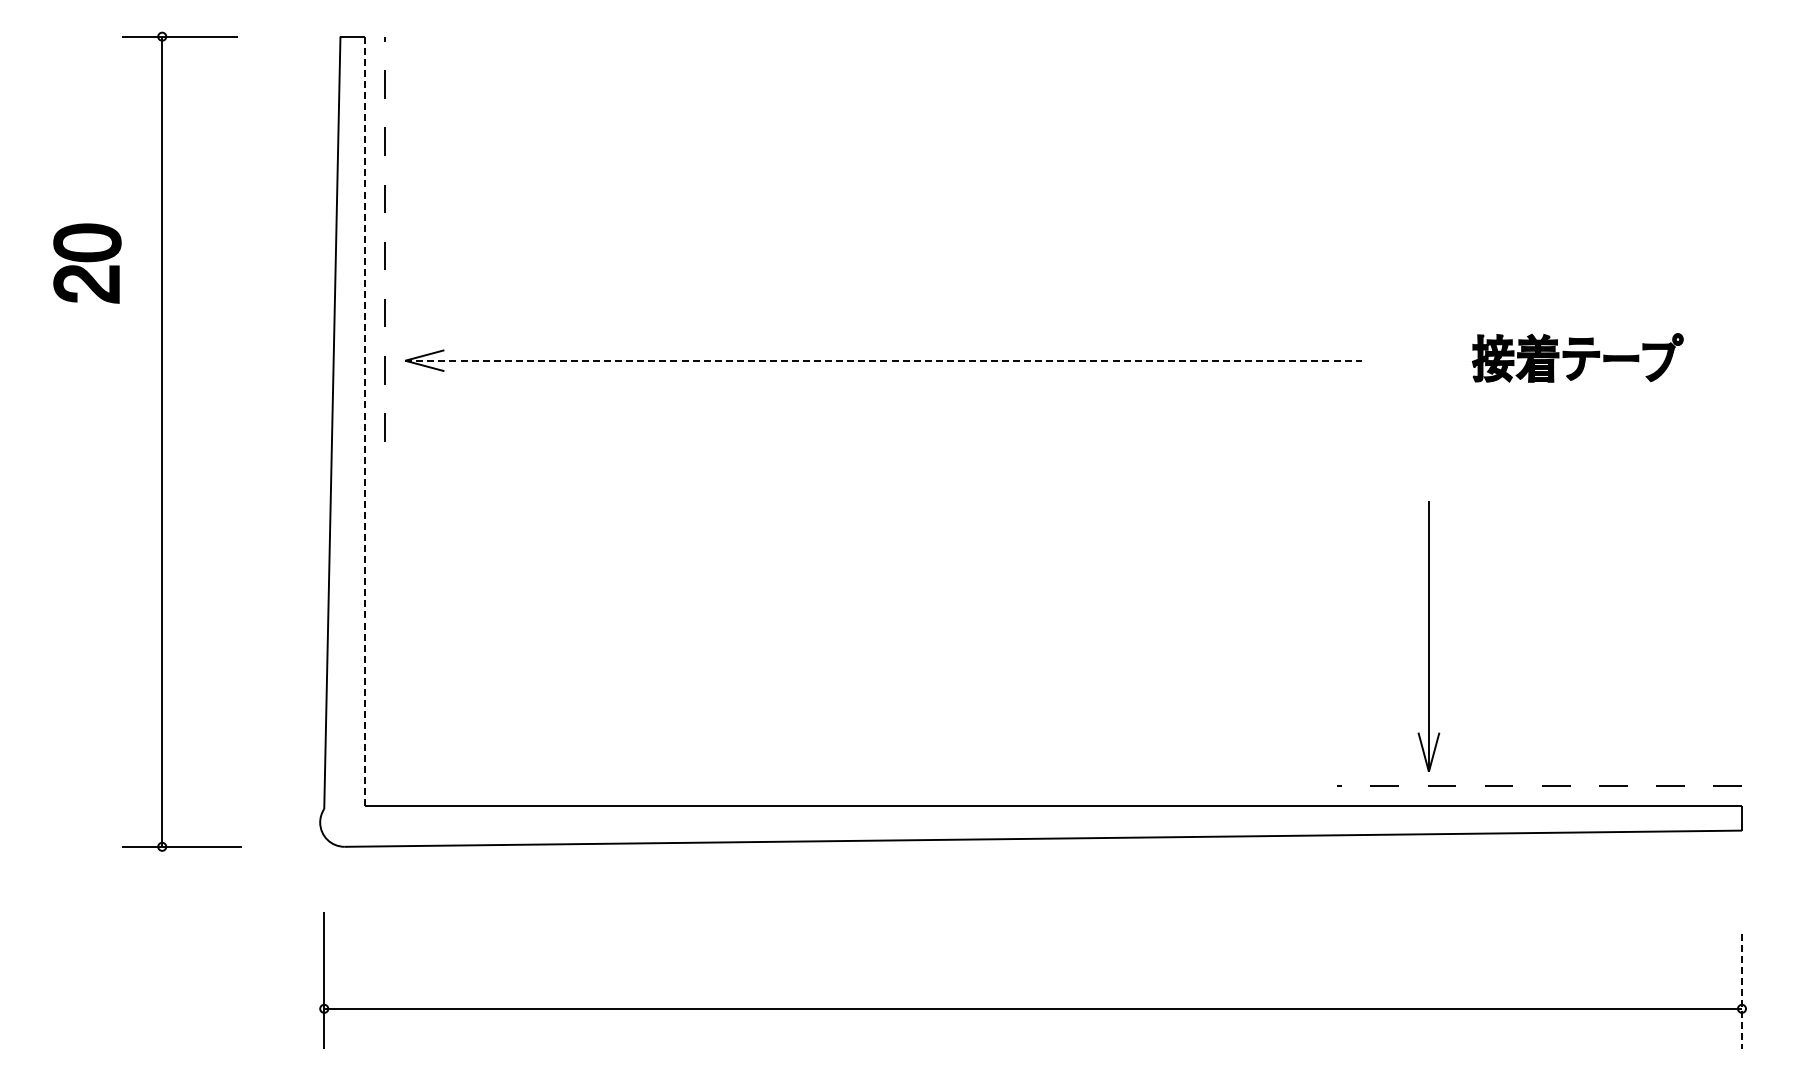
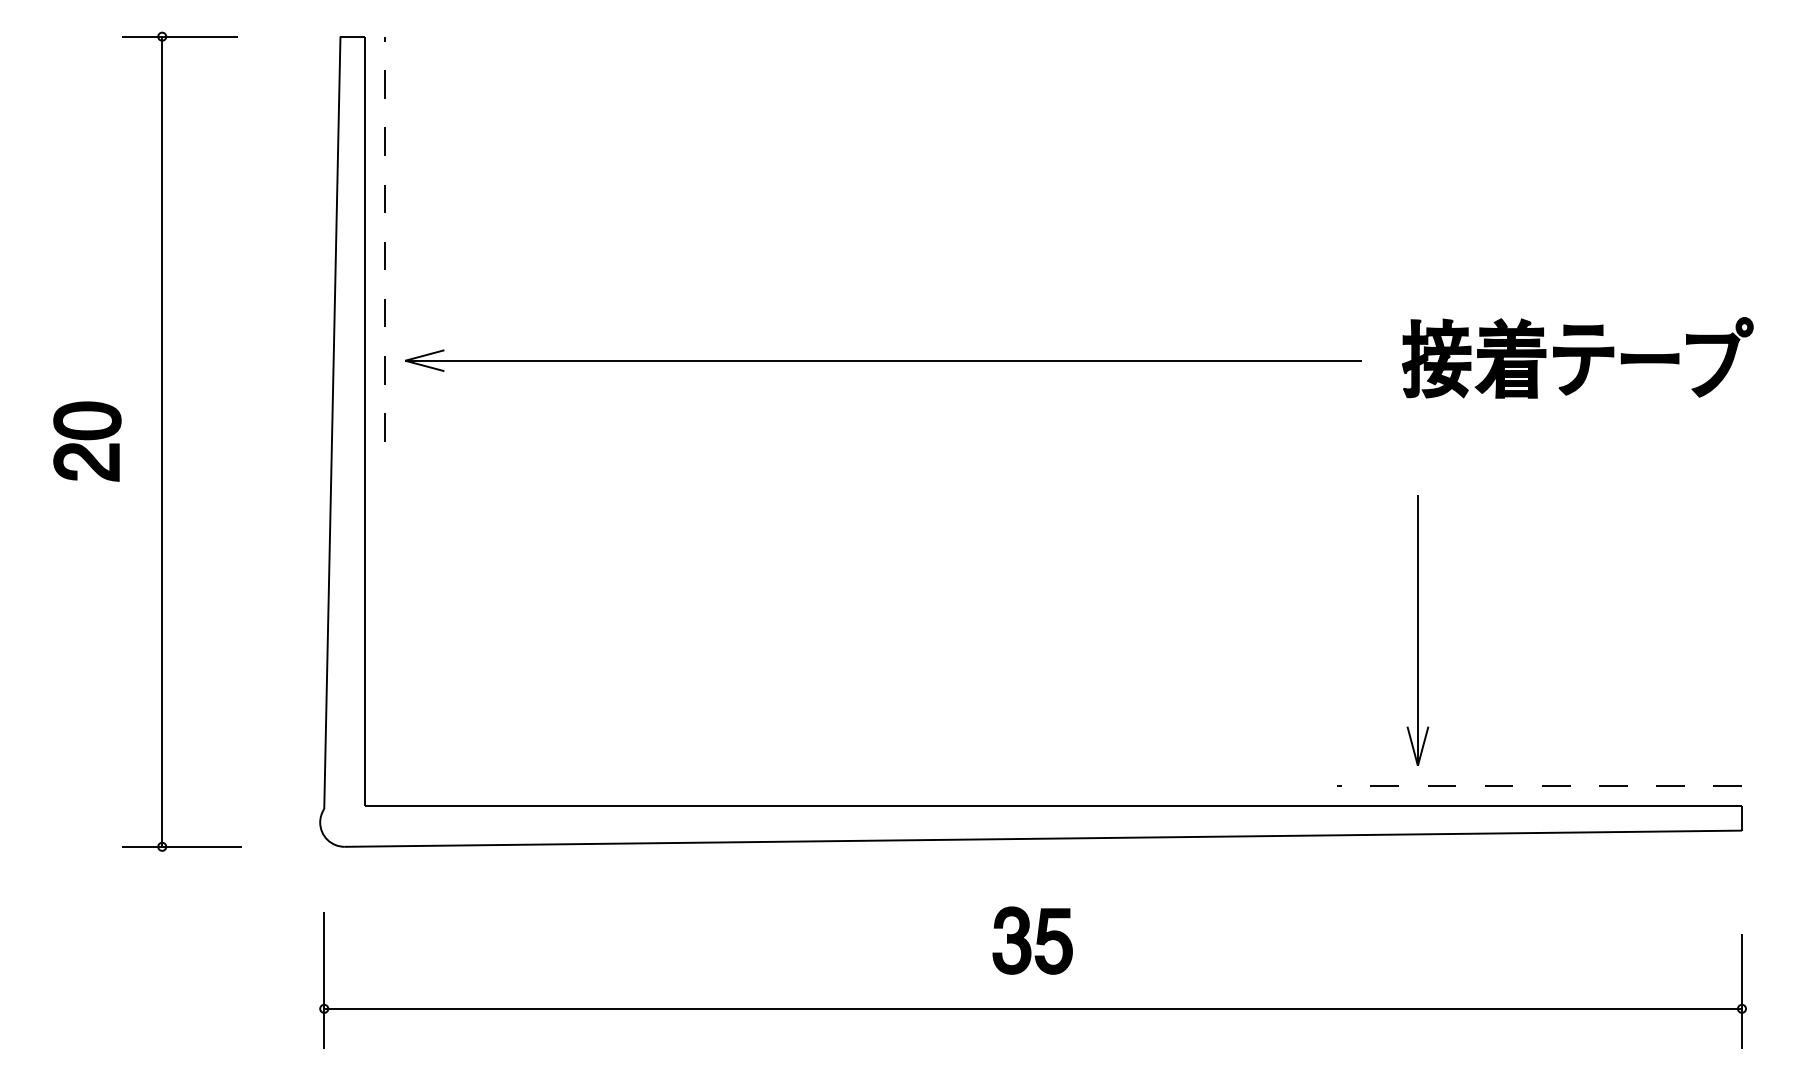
part at (87, 263) position: (87, 263) -> (87, 441)
part at (1577, 357) size: 212x50 px -> 352x82 px
line at (884, 360): dashed -> solid
line at (364, 421): dashed -> solid
part at (1428, 636) position: (1428, 636) -> (1417, 630)
part at (1032, 940): none -> present
line at (1741, 991): dashed -> solid
